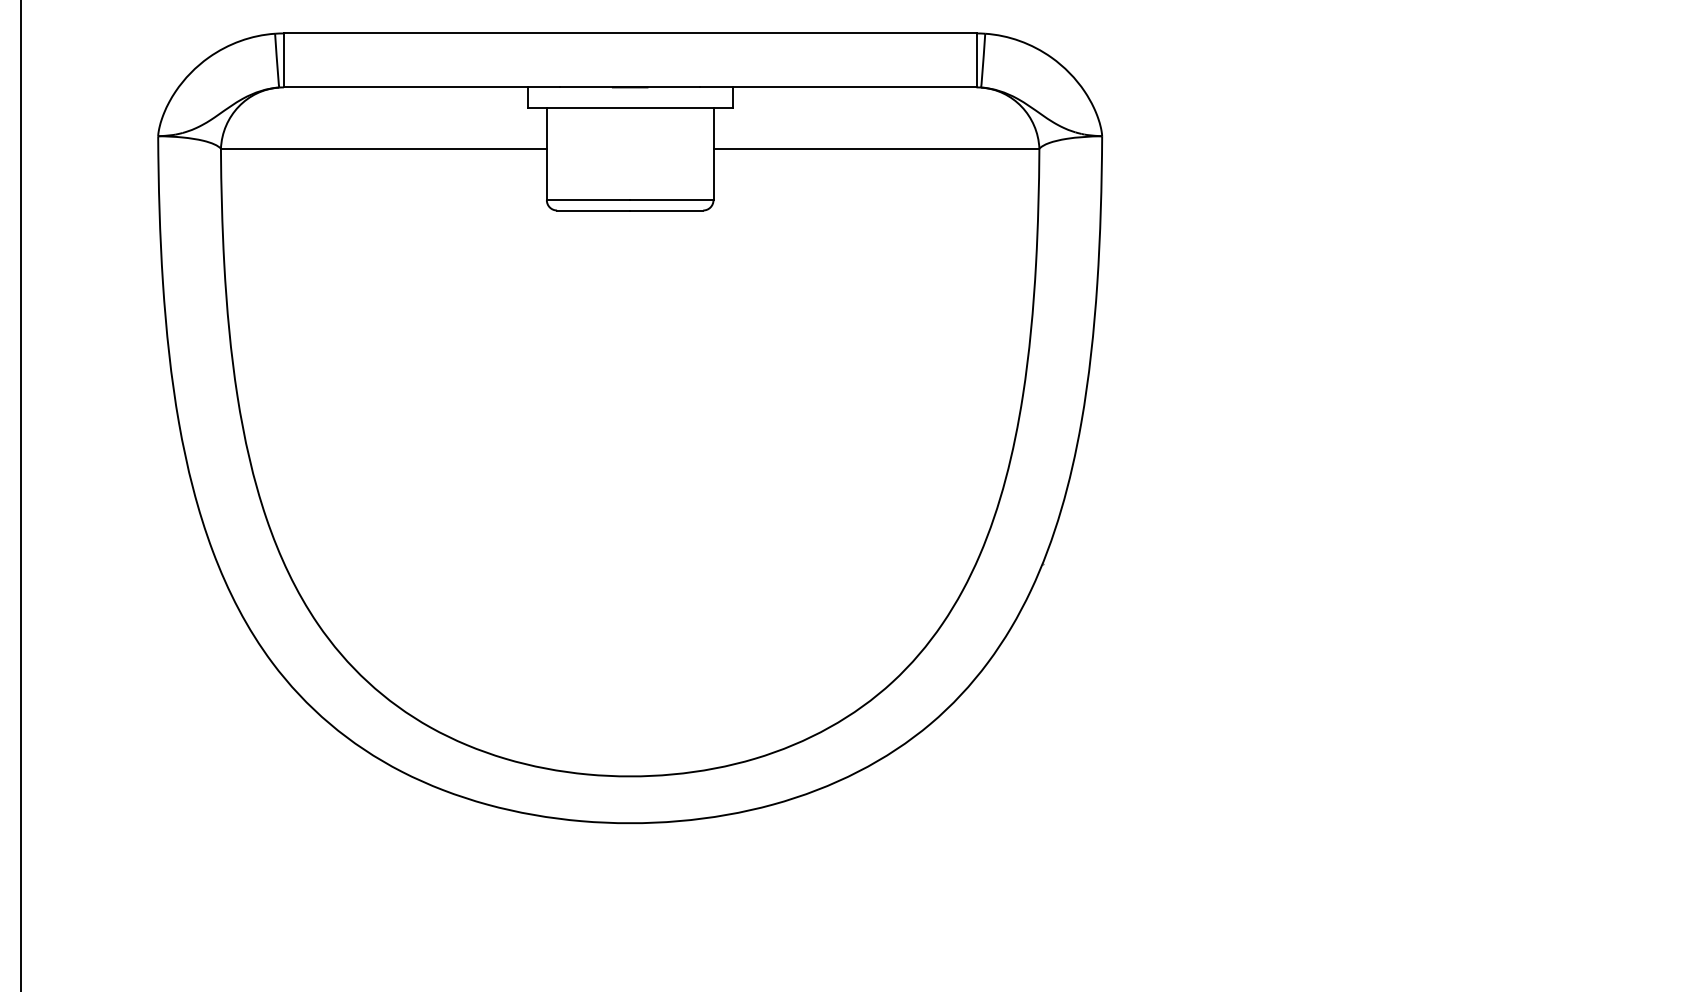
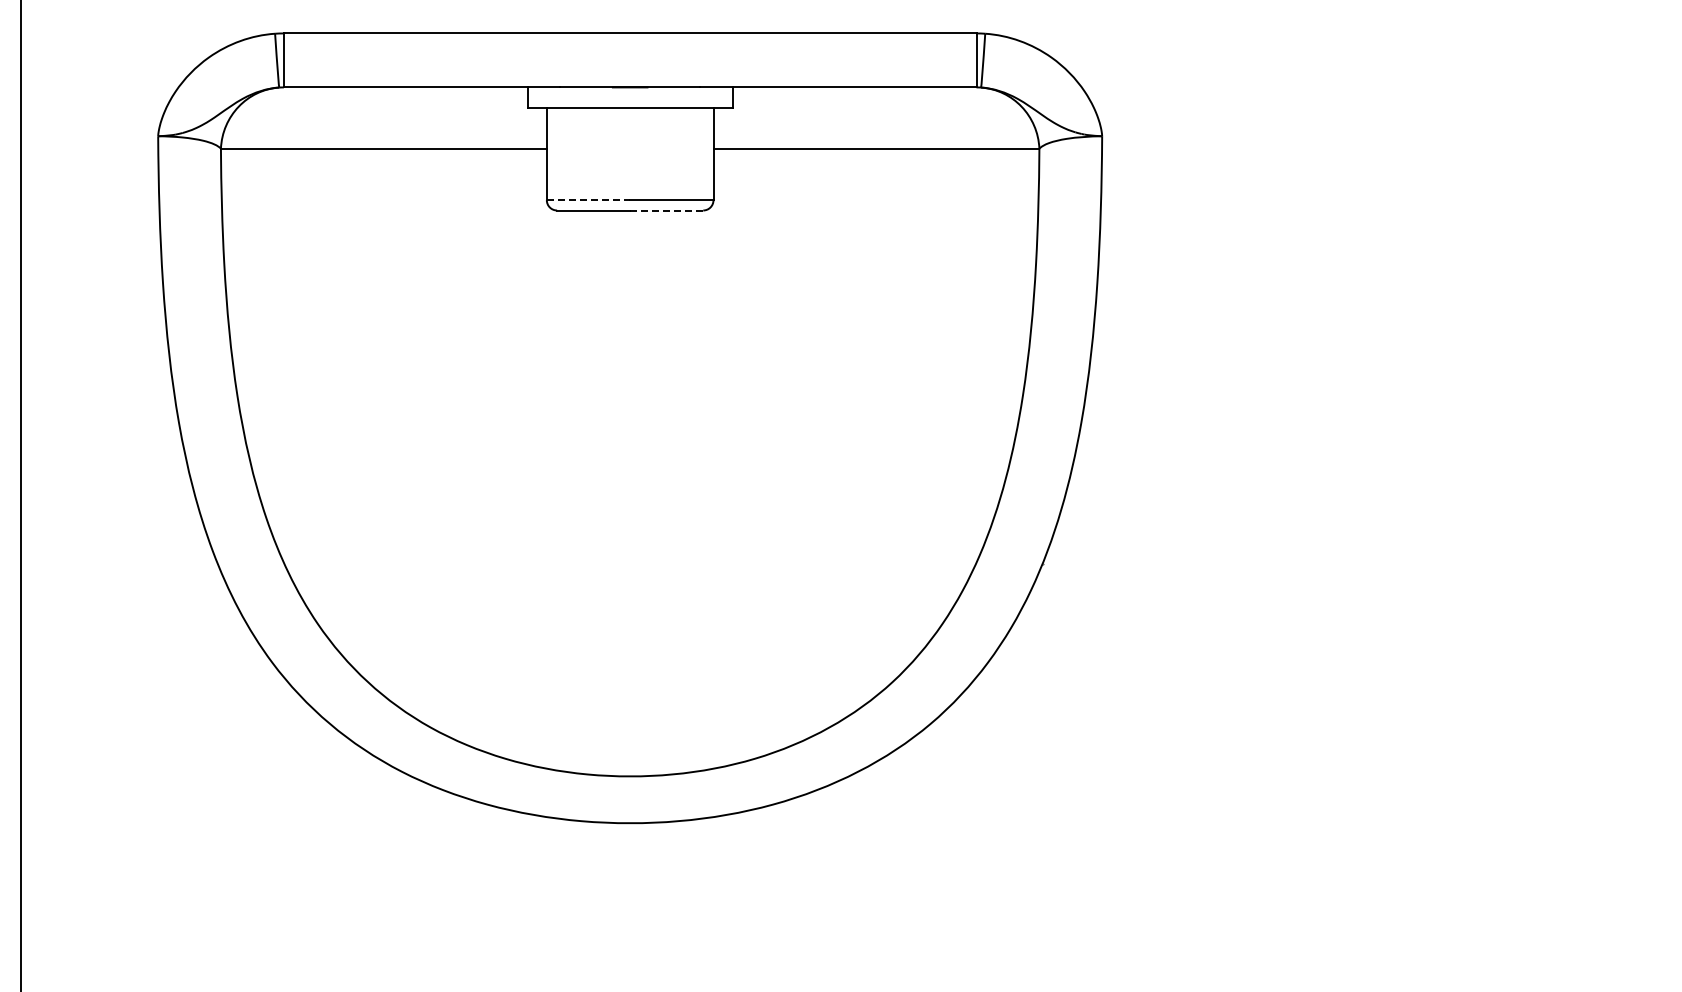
line at (588, 200): solid -> dashed
line at (666, 210): solid -> dashed
